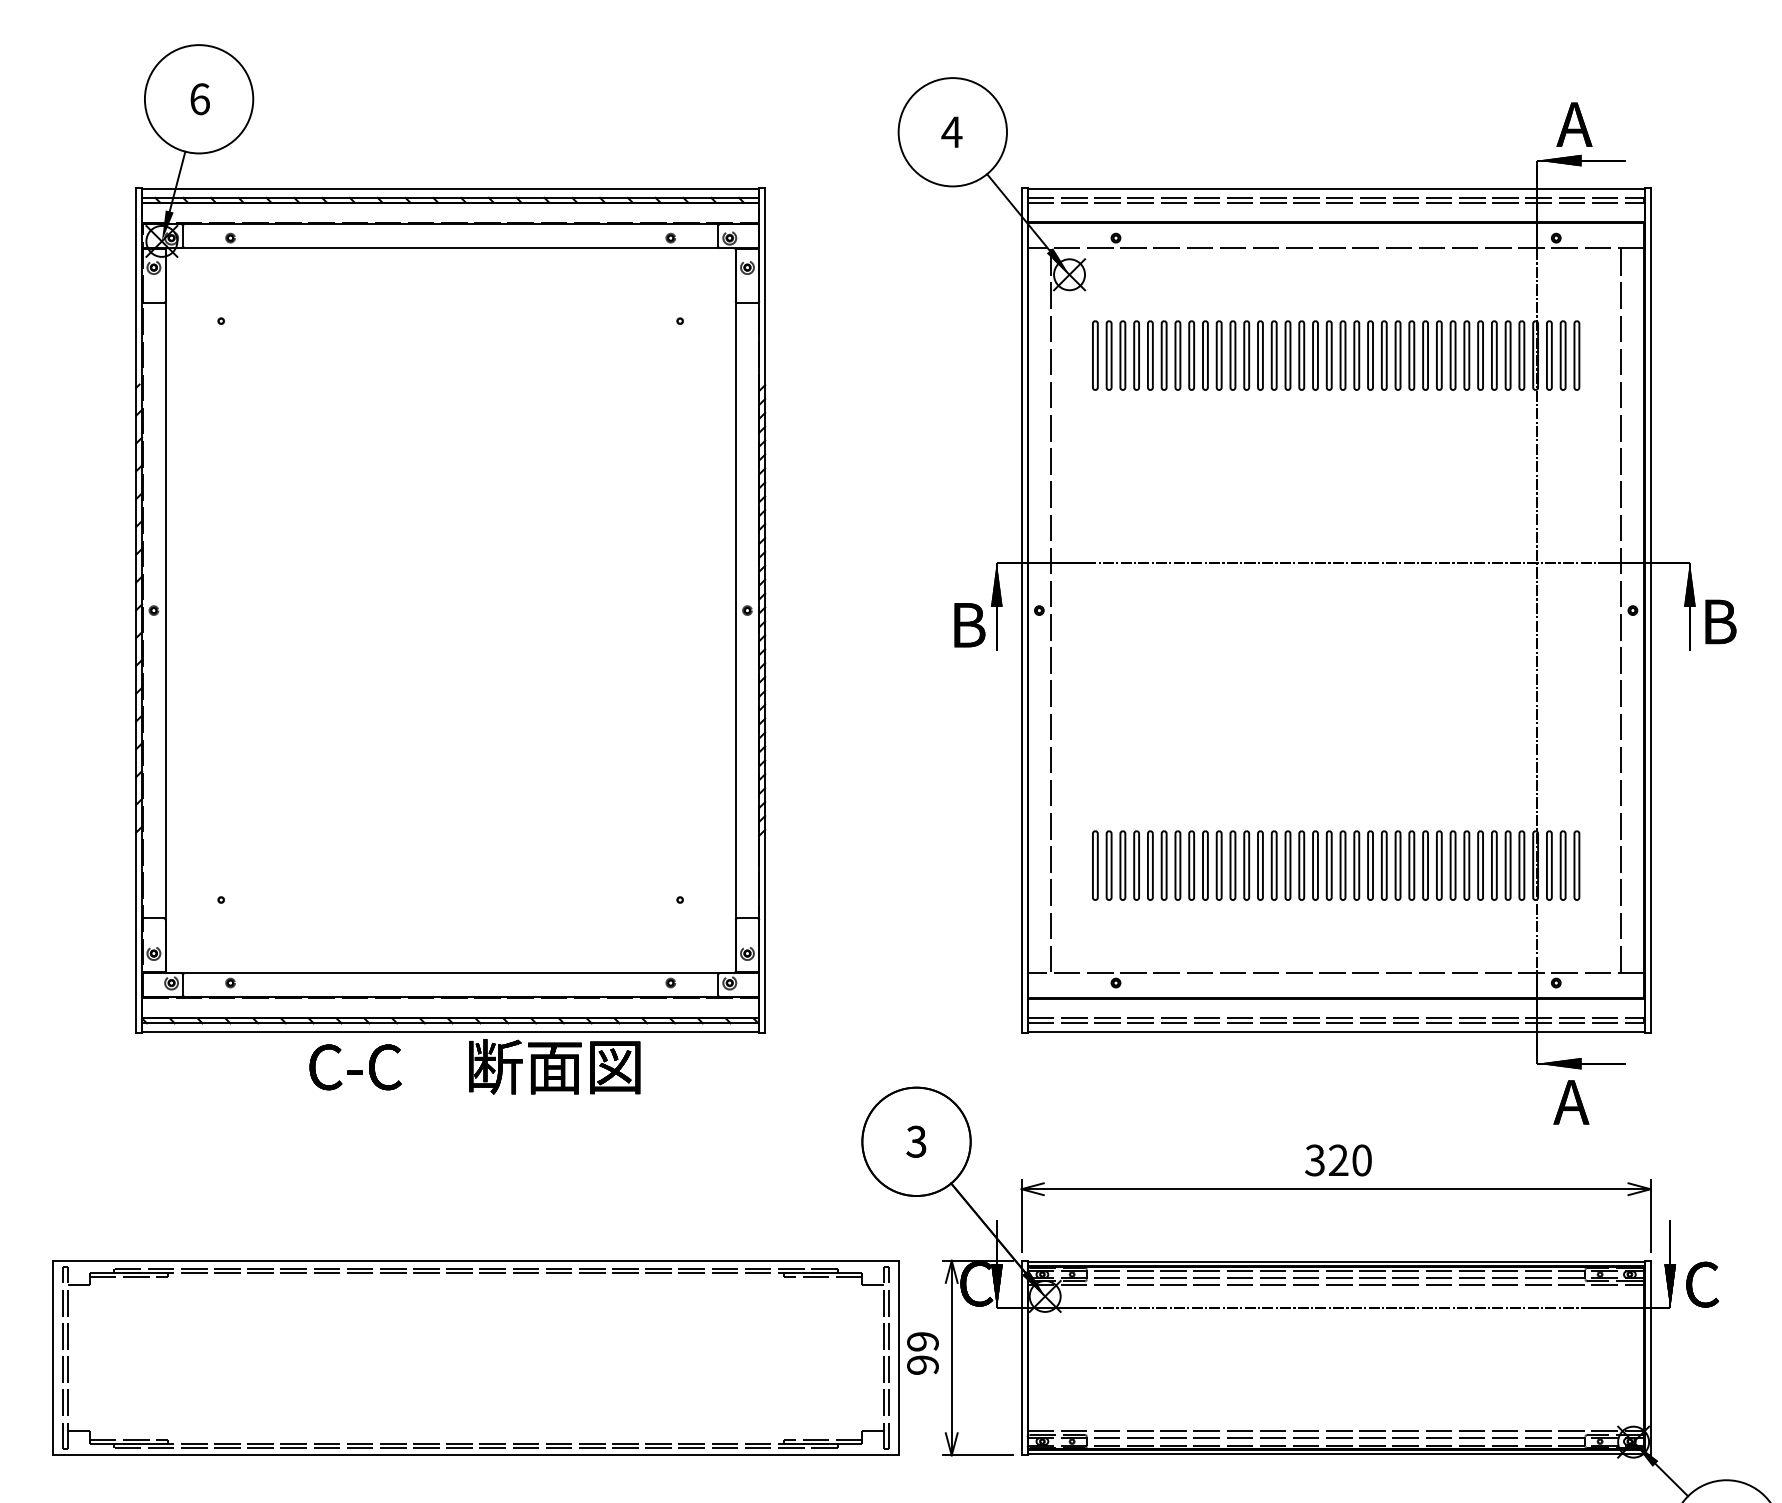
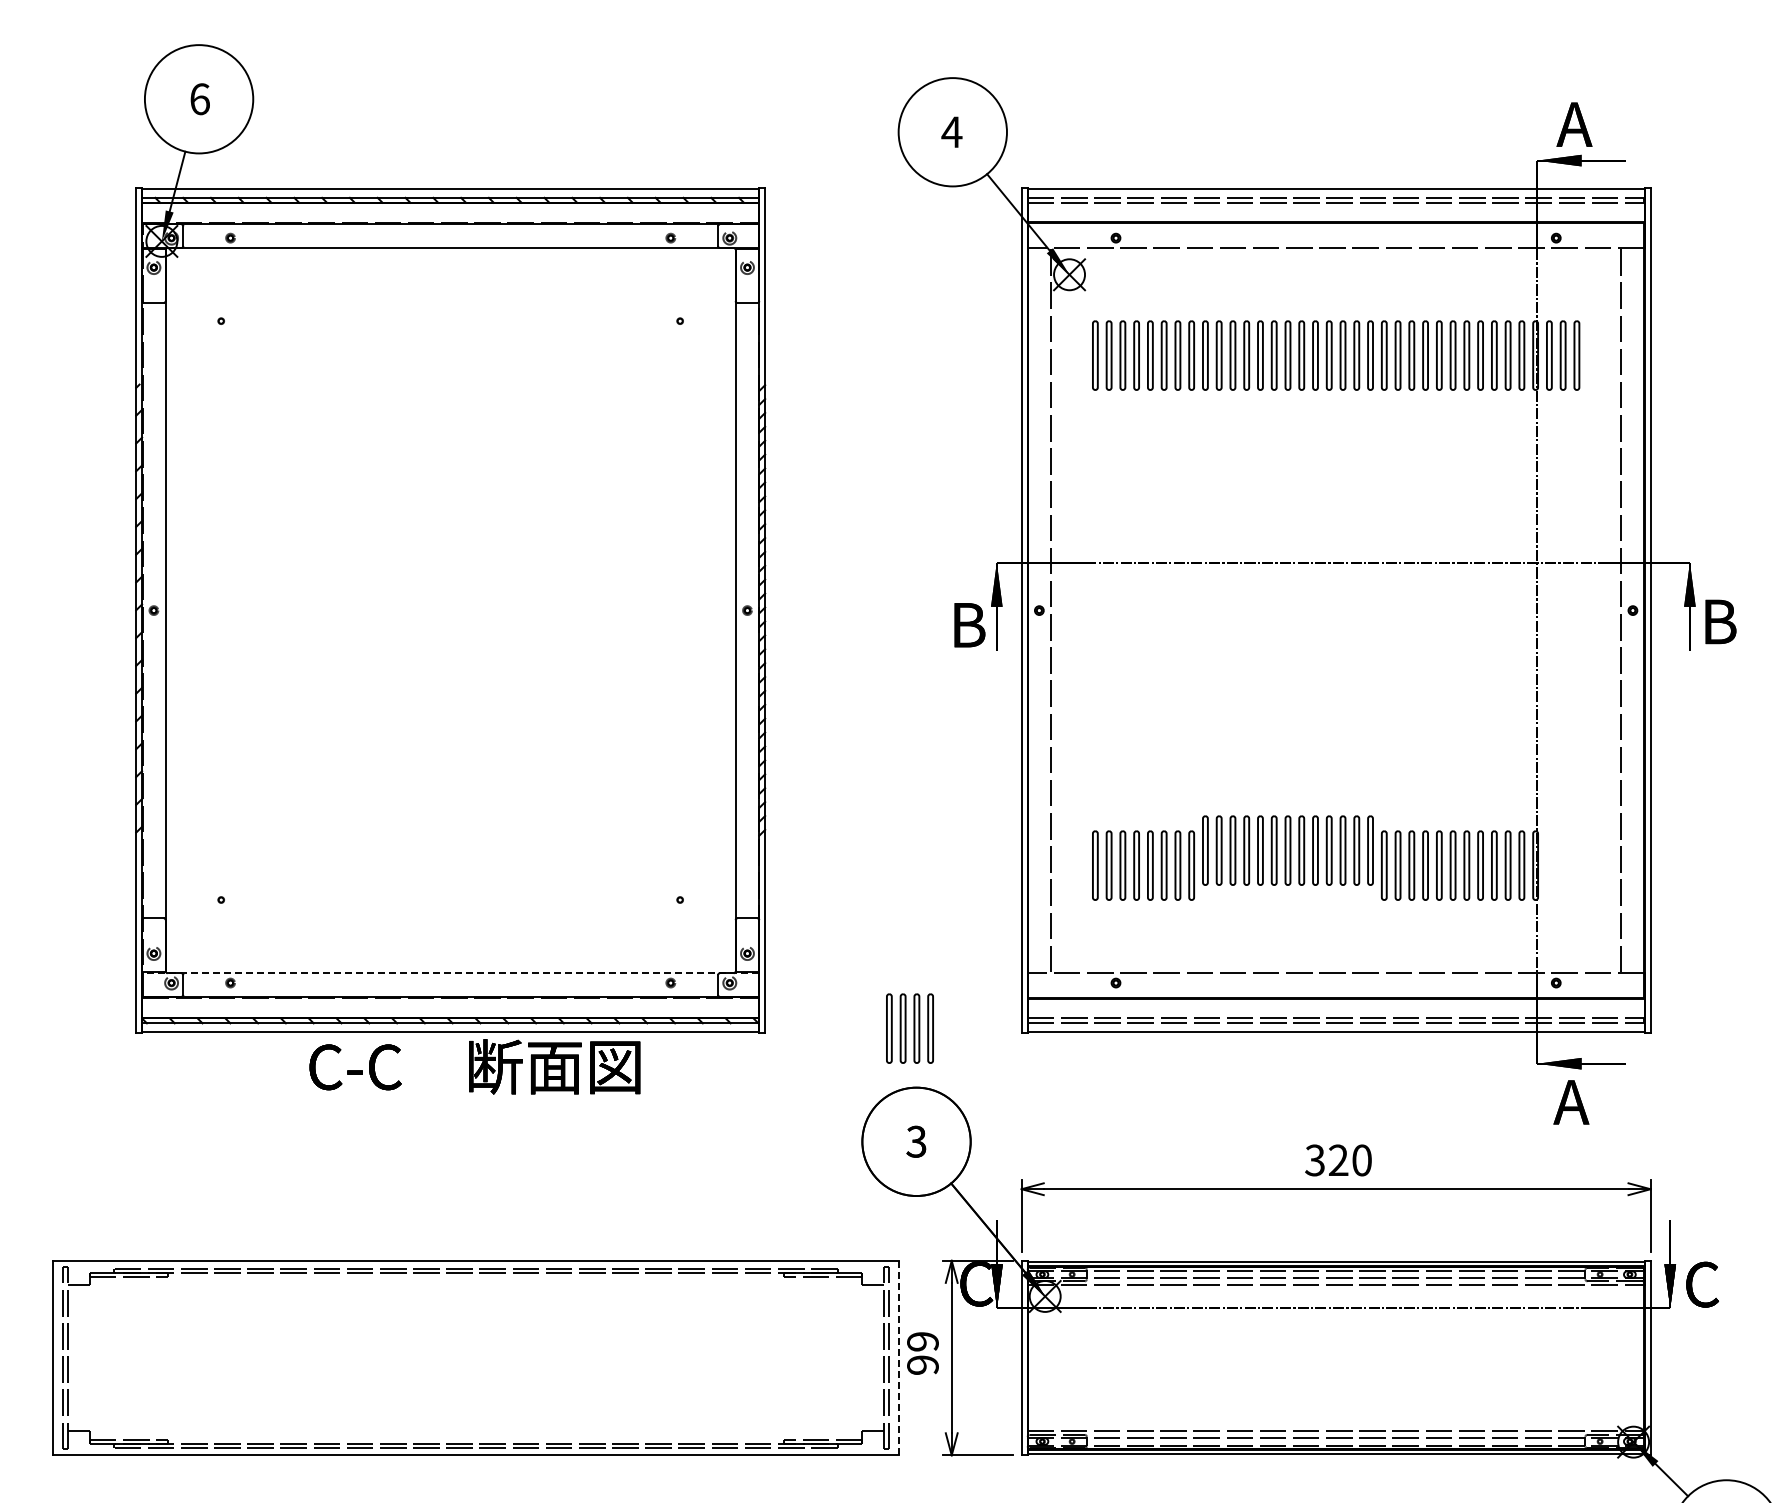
part at (1287, 865) position: (1287, 865) -> (1287, 850)
part at (1563, 865): present -> none
line at (450, 973): solid -> dashed
part at (909, 1028): none -> present
line at (898, 1357): solid -> dashed
